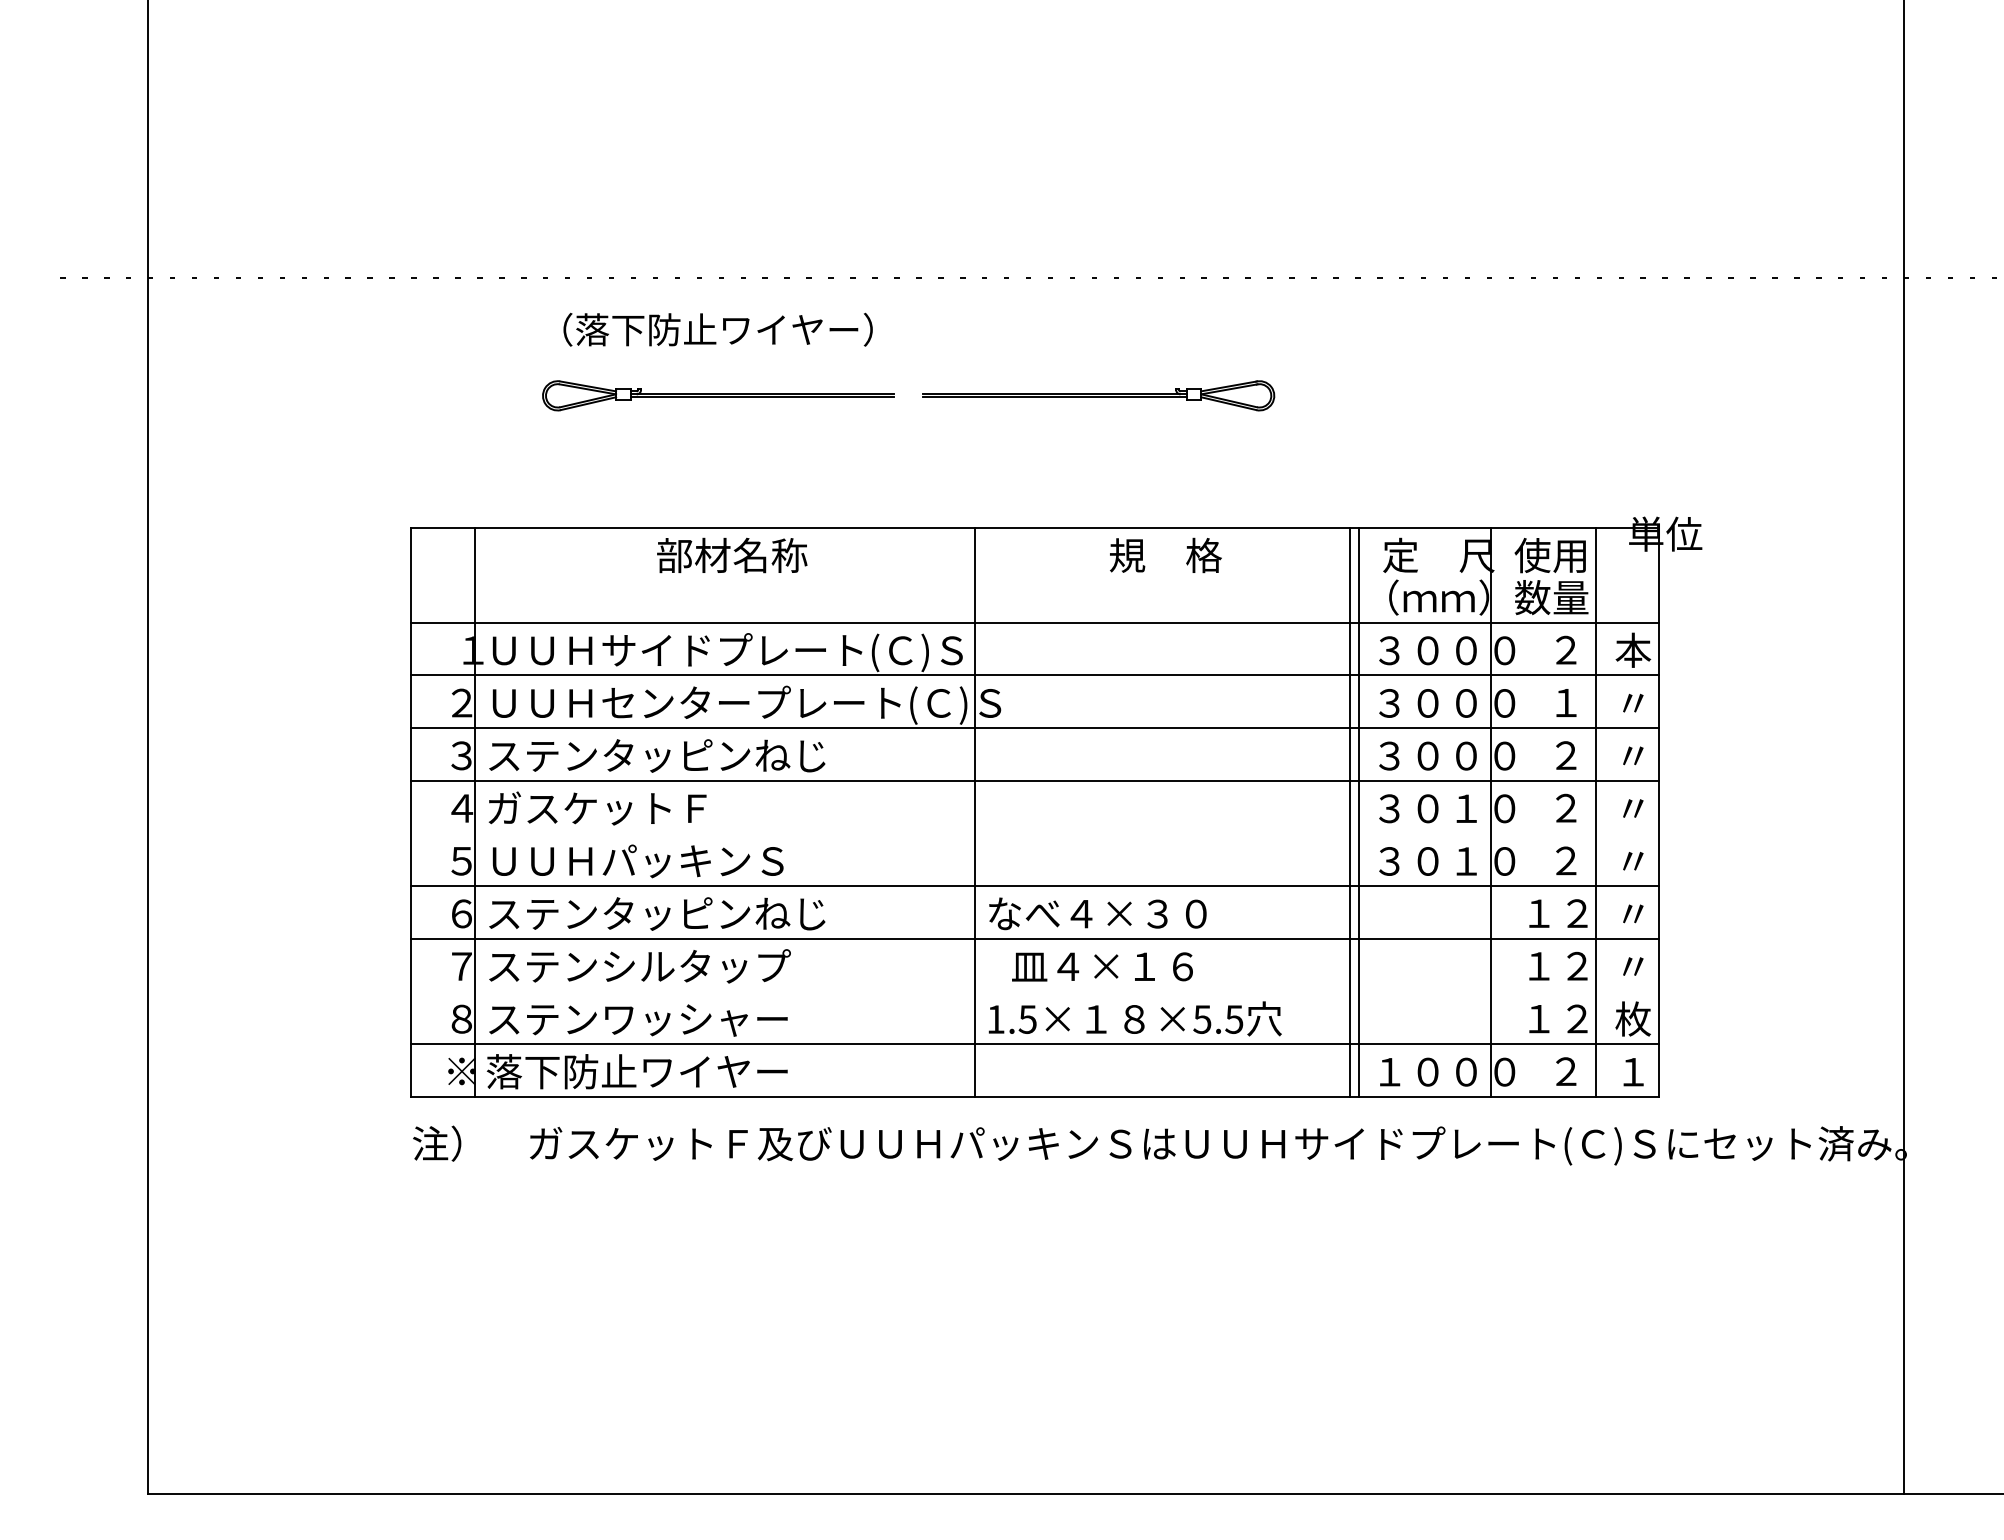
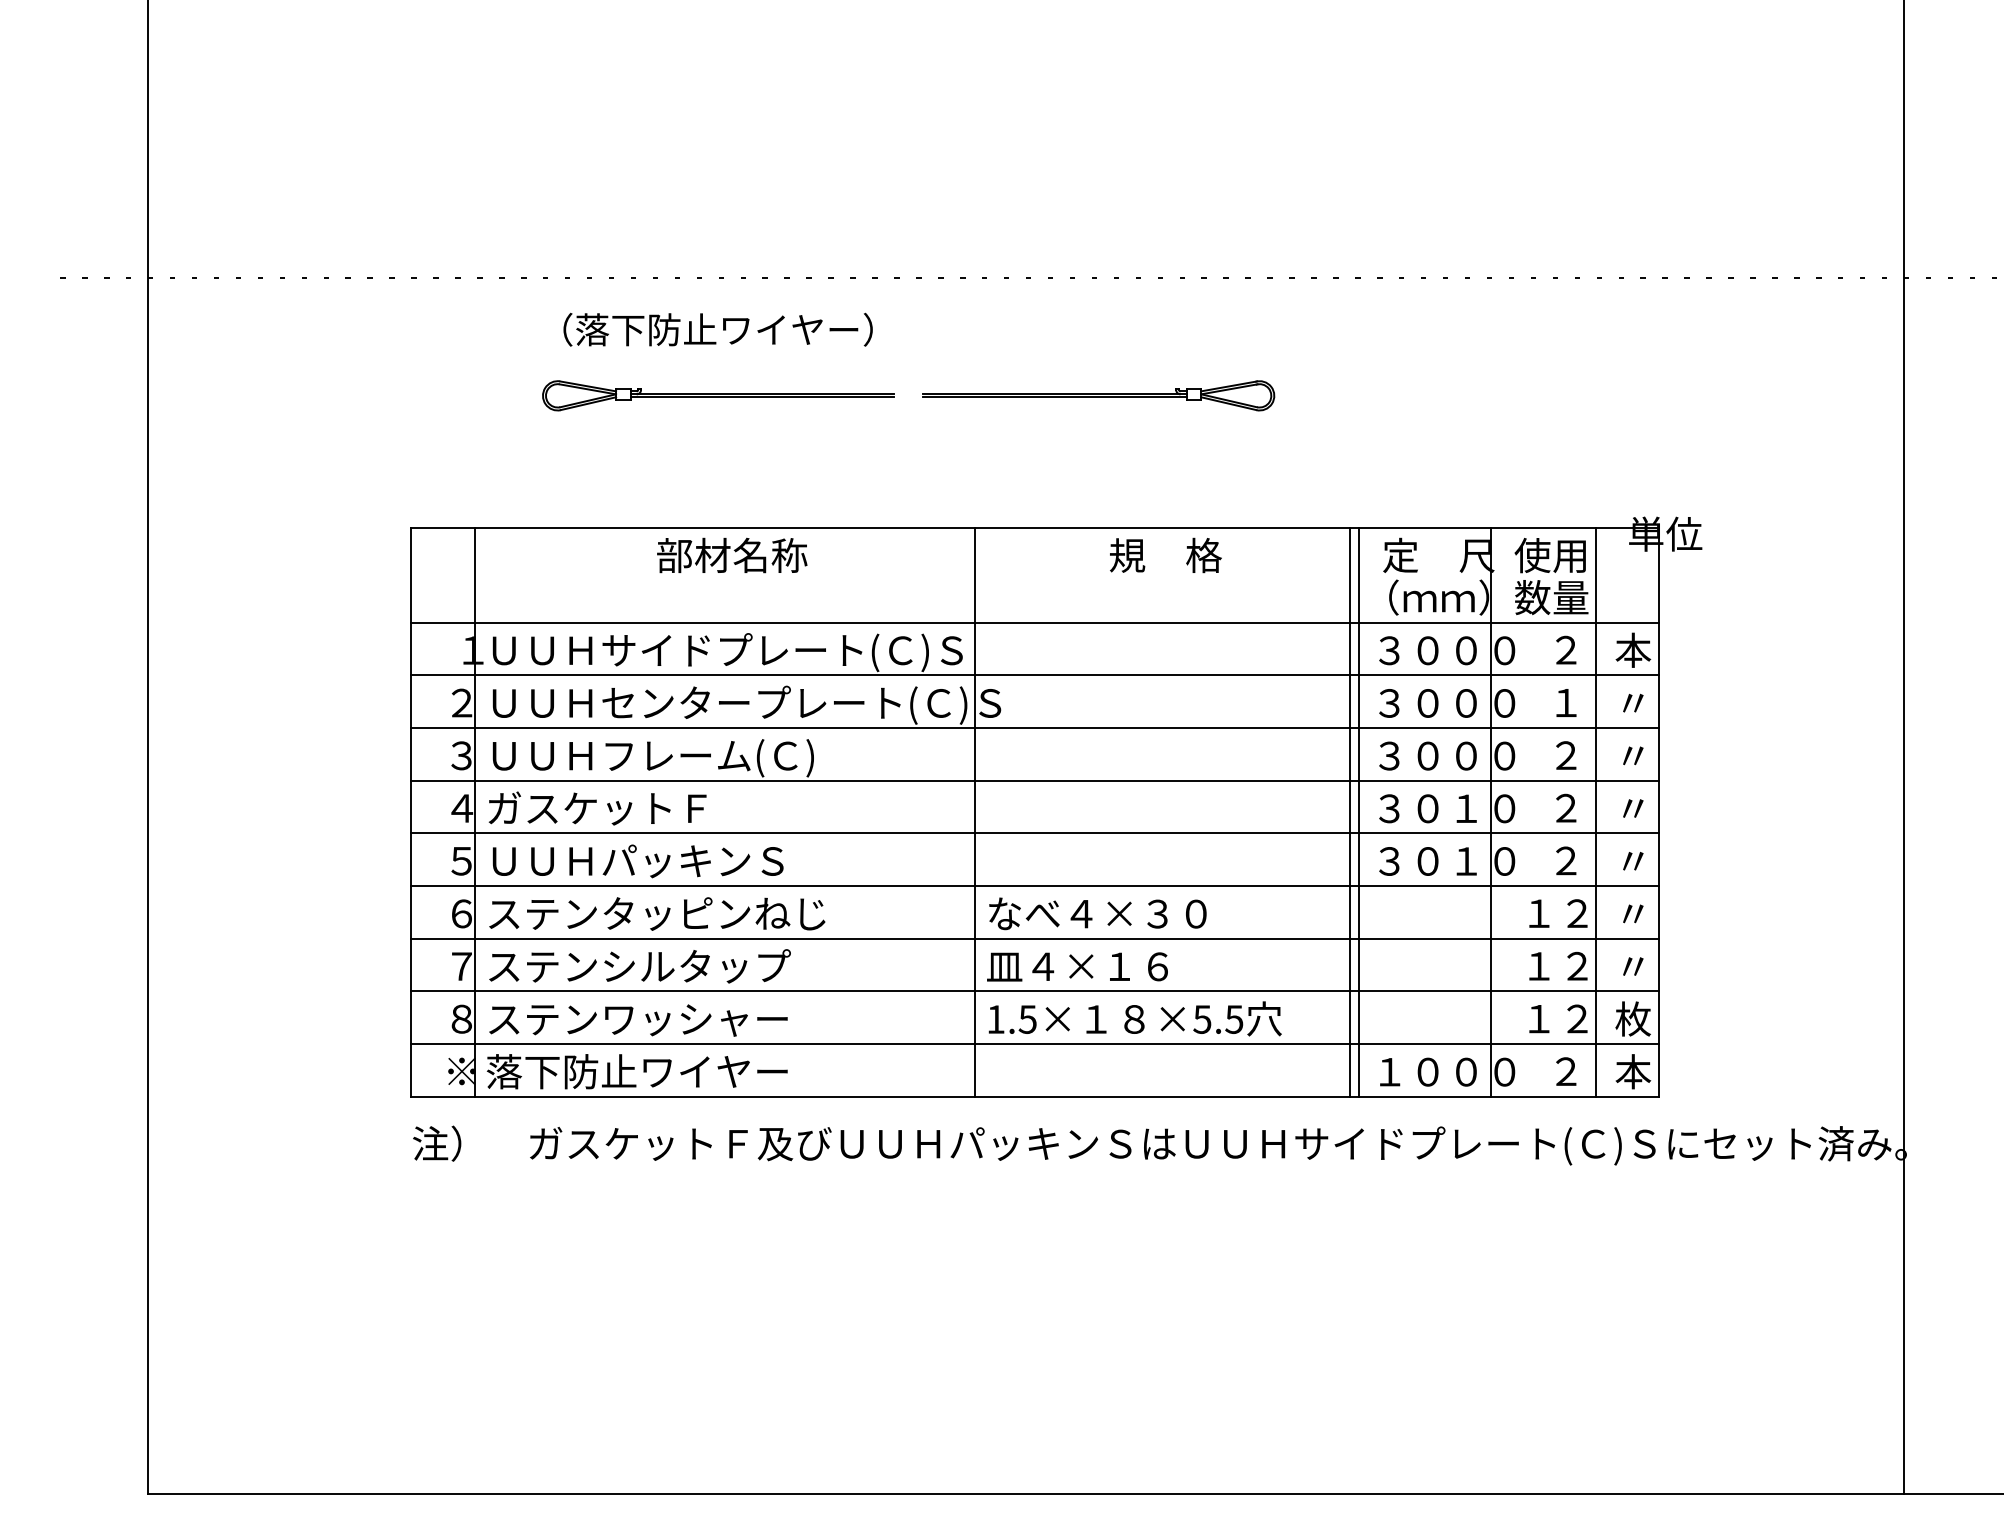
text at (657, 758): ステンタッピンねじ -> ＵＵＨフレーム(Ｃ)
line at (1035, 833): none -> present
text at (1102, 966) position: (1102, 966) -> (1077, 966)
line at (1035, 991): none -> present
text at (1633, 1071): １ -> 本
